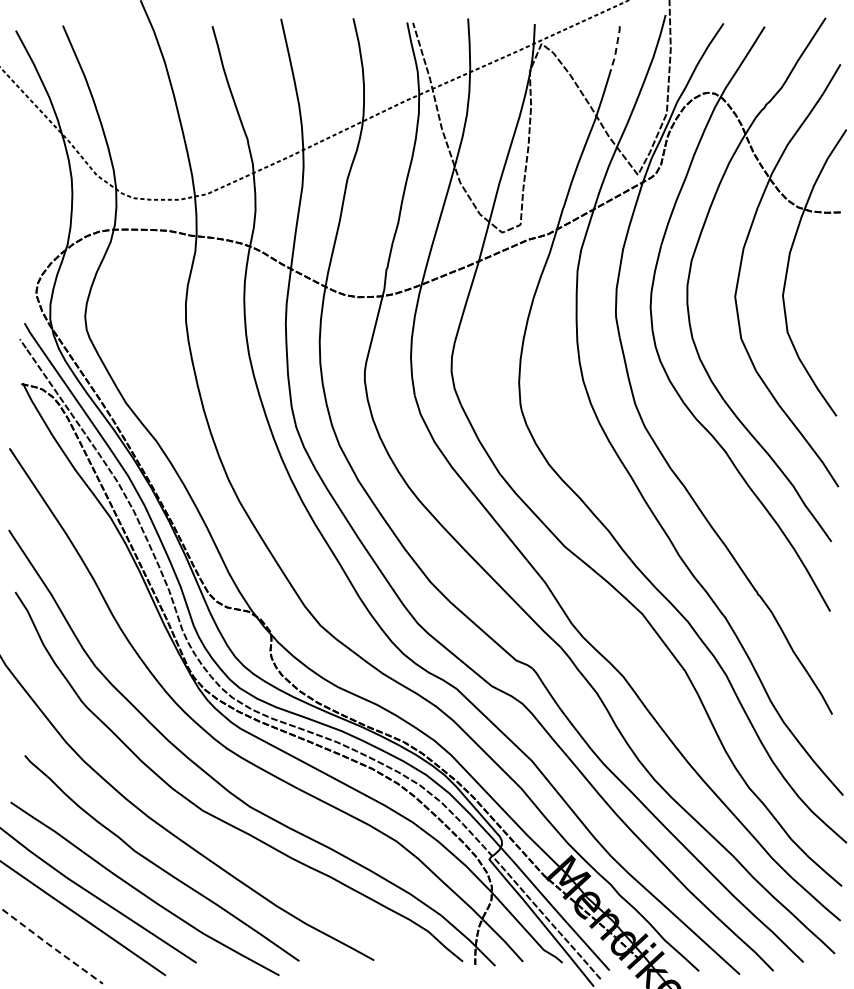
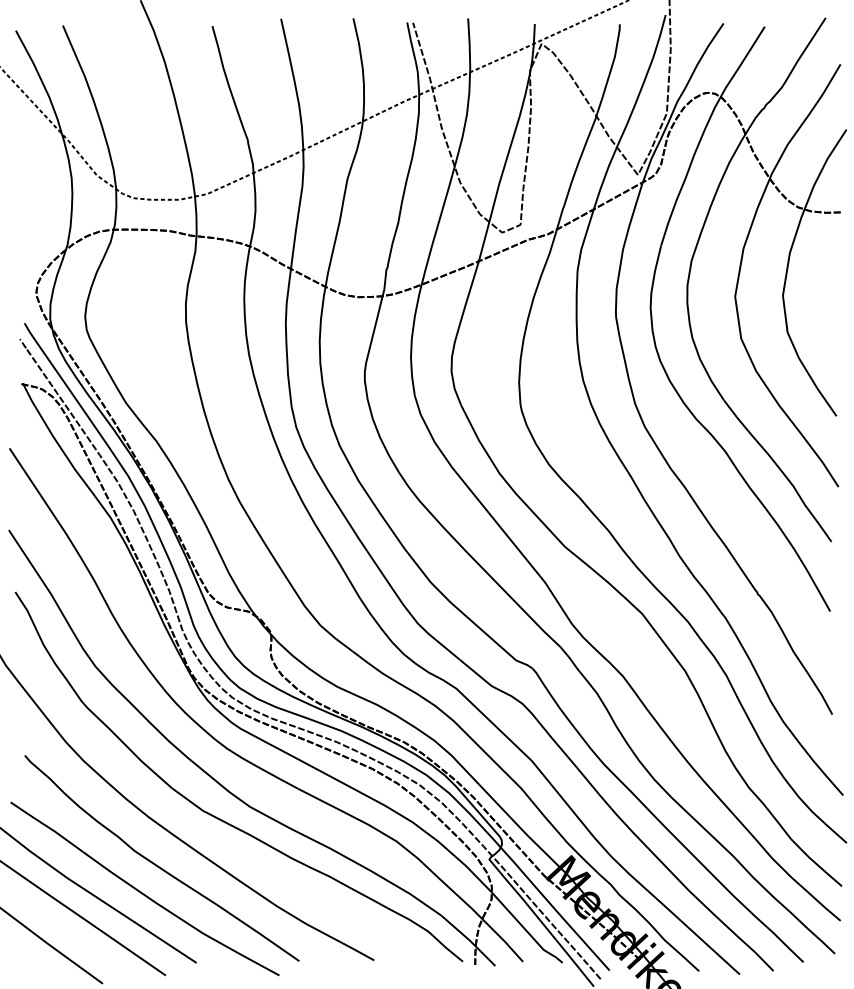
line at (616, 50): dashed -> solid
line at (51, 946): dashed -> solid
